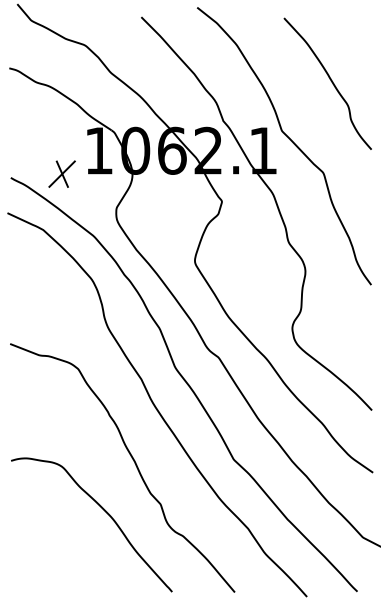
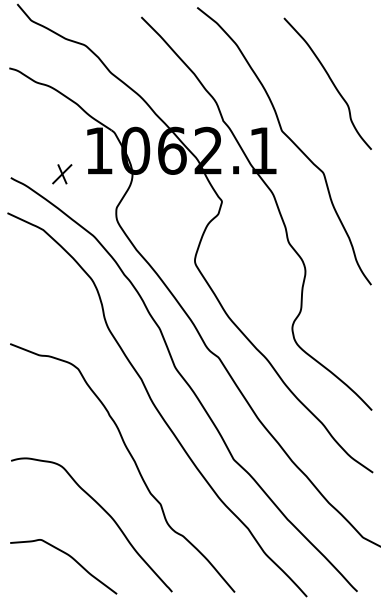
part at (61, 173) size: 28x28 px -> 21x21 px
curve at (68, 556): none -> present
